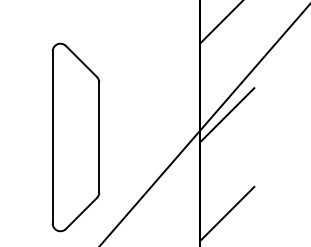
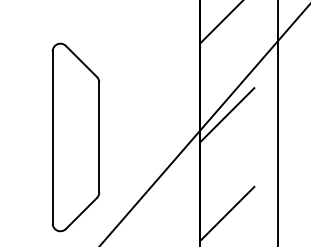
line at (277, 122): none -> present
